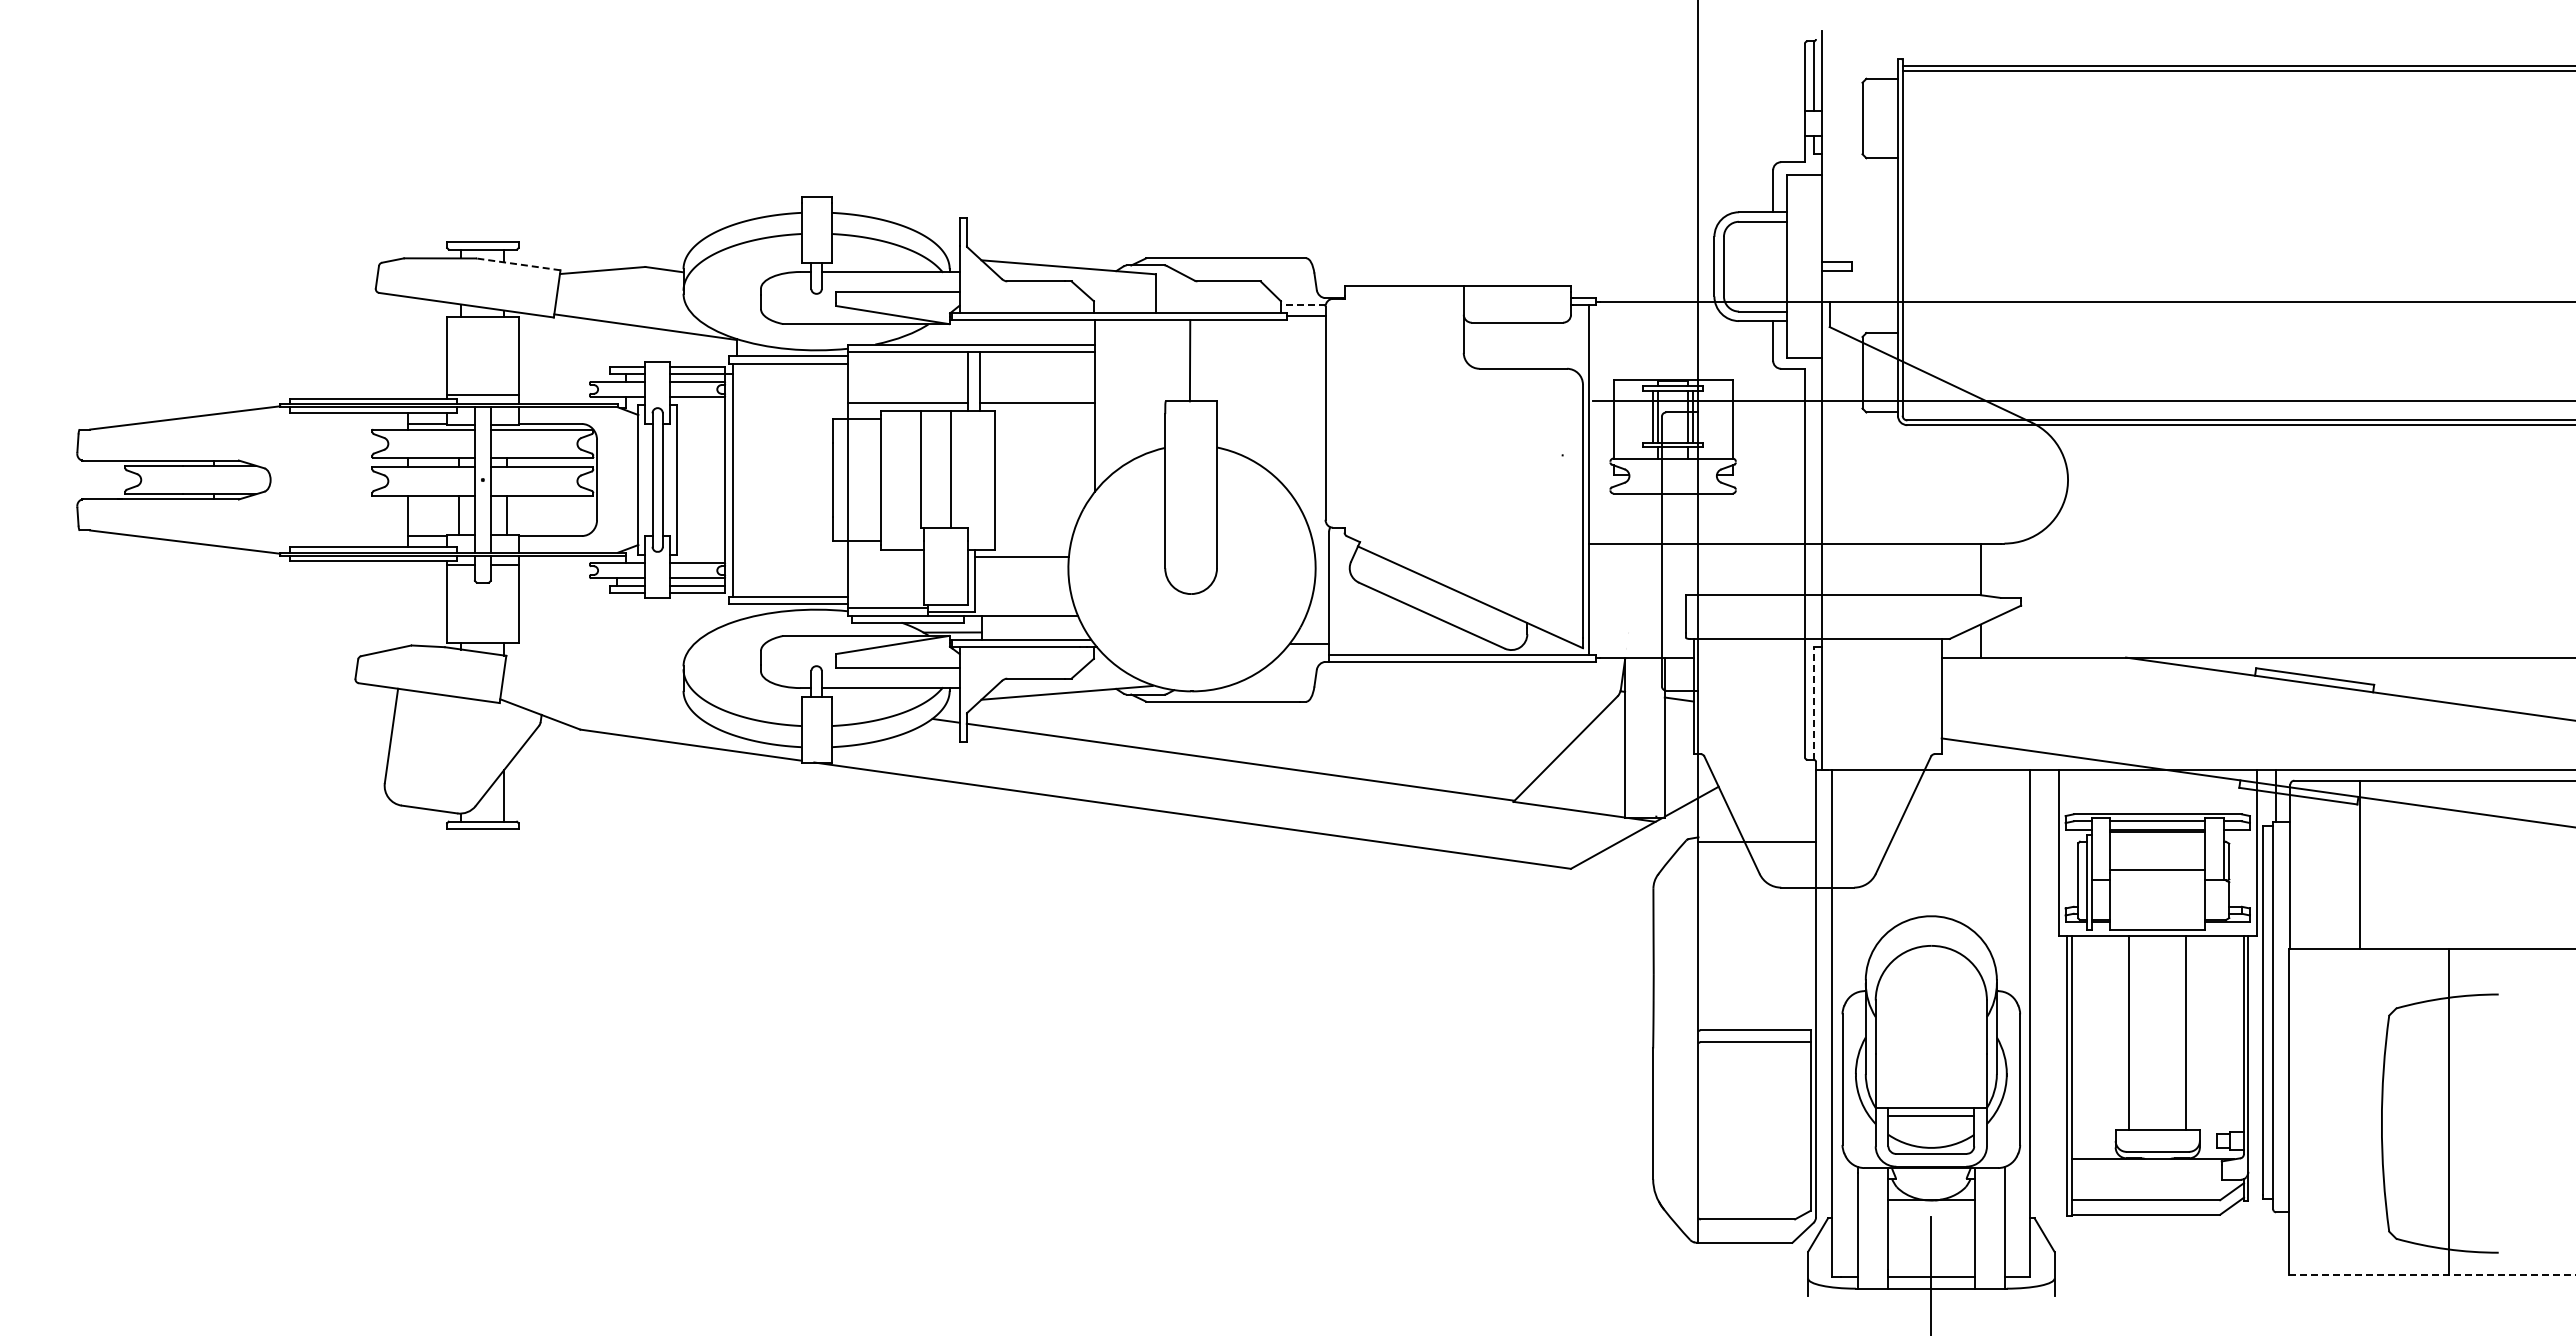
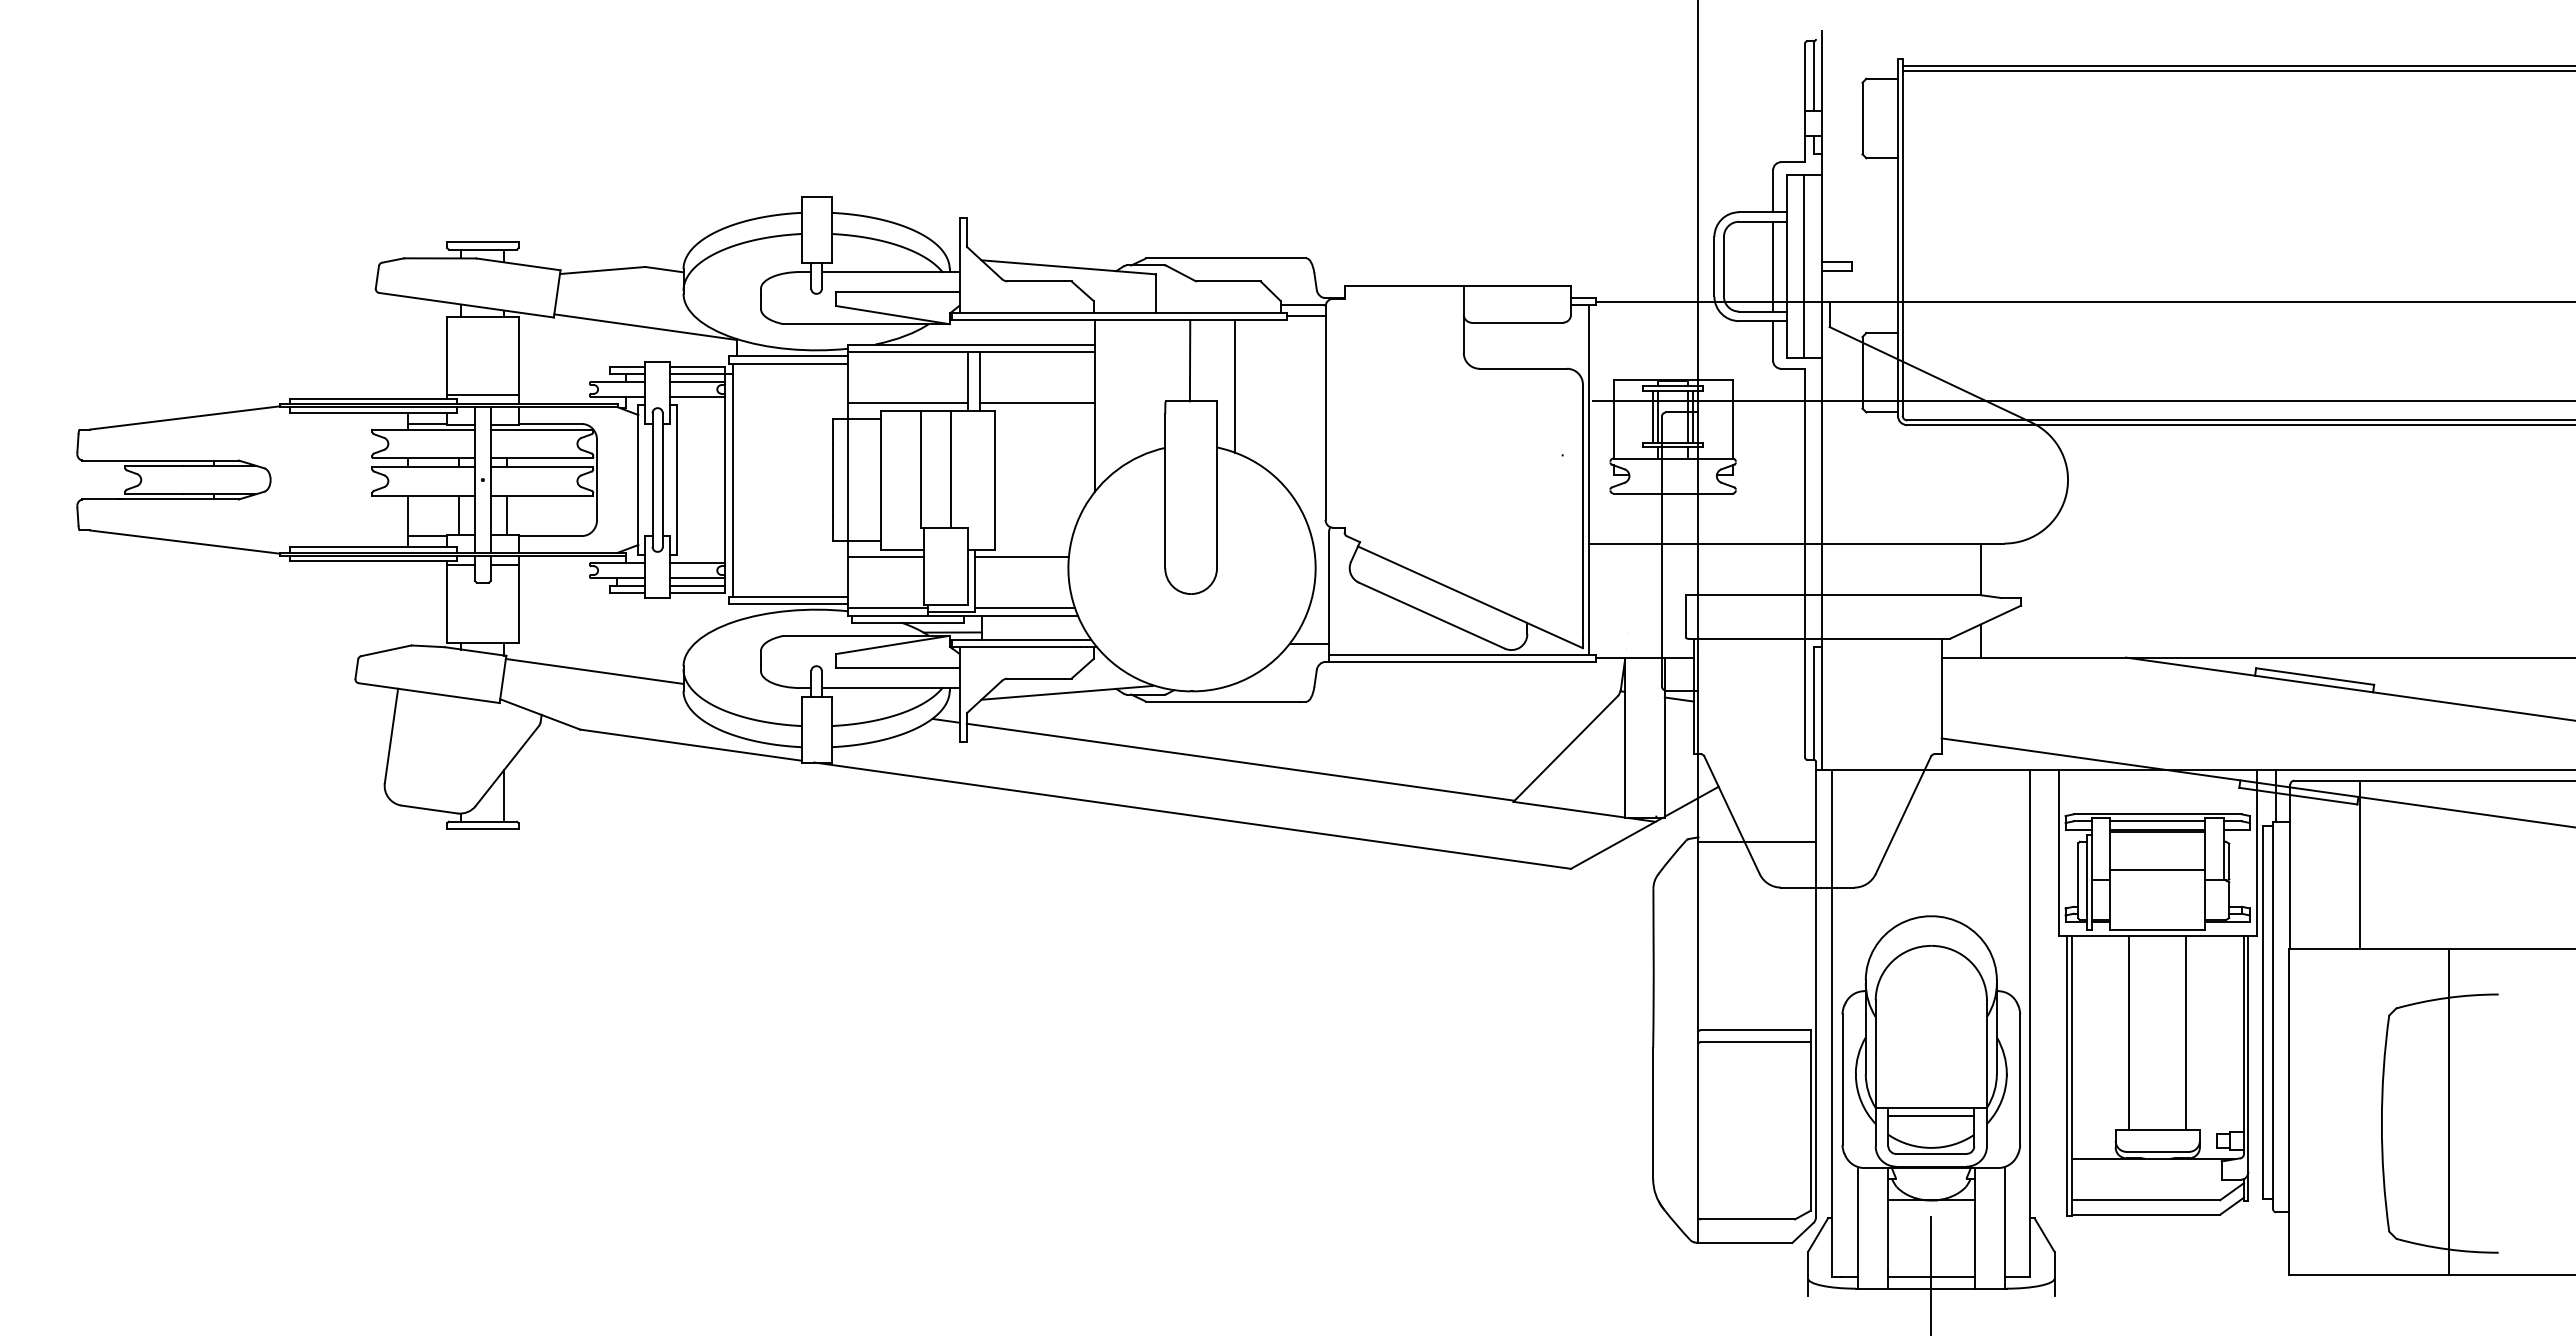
line at (518, 264): dashed -> solid
line at (1804, 265): none -> present
line at (1773, 266): none -> present
line at (1302, 305): dashed -> solid
line at (1235, 386): none -> present
line at (885, 557): none -> present
line at (1024, 608): none -> present
line at (594, 670): none -> present
line at (1813, 702): dashed -> solid
line at (2432, 1274): dashed -> solid
